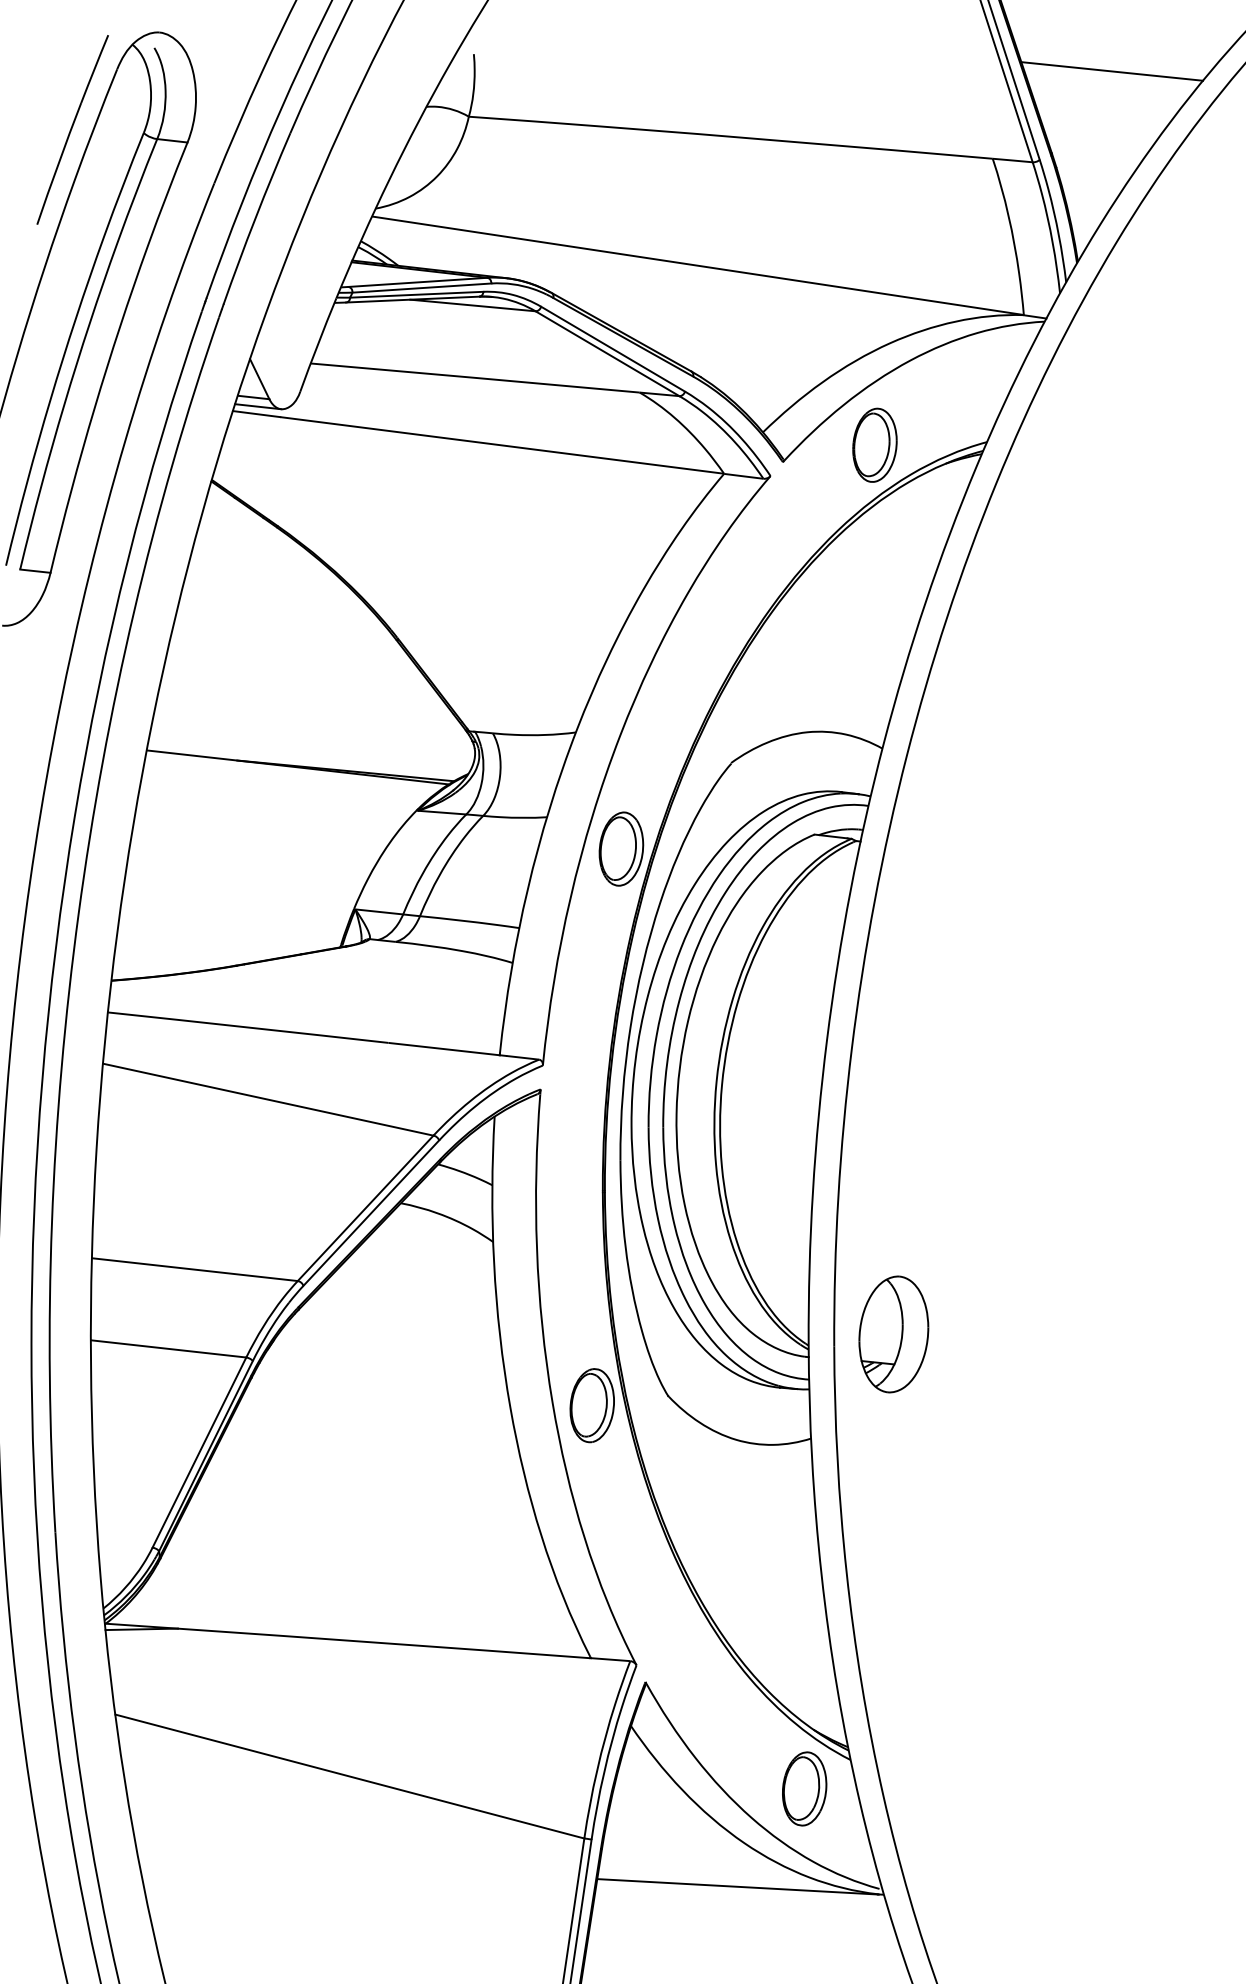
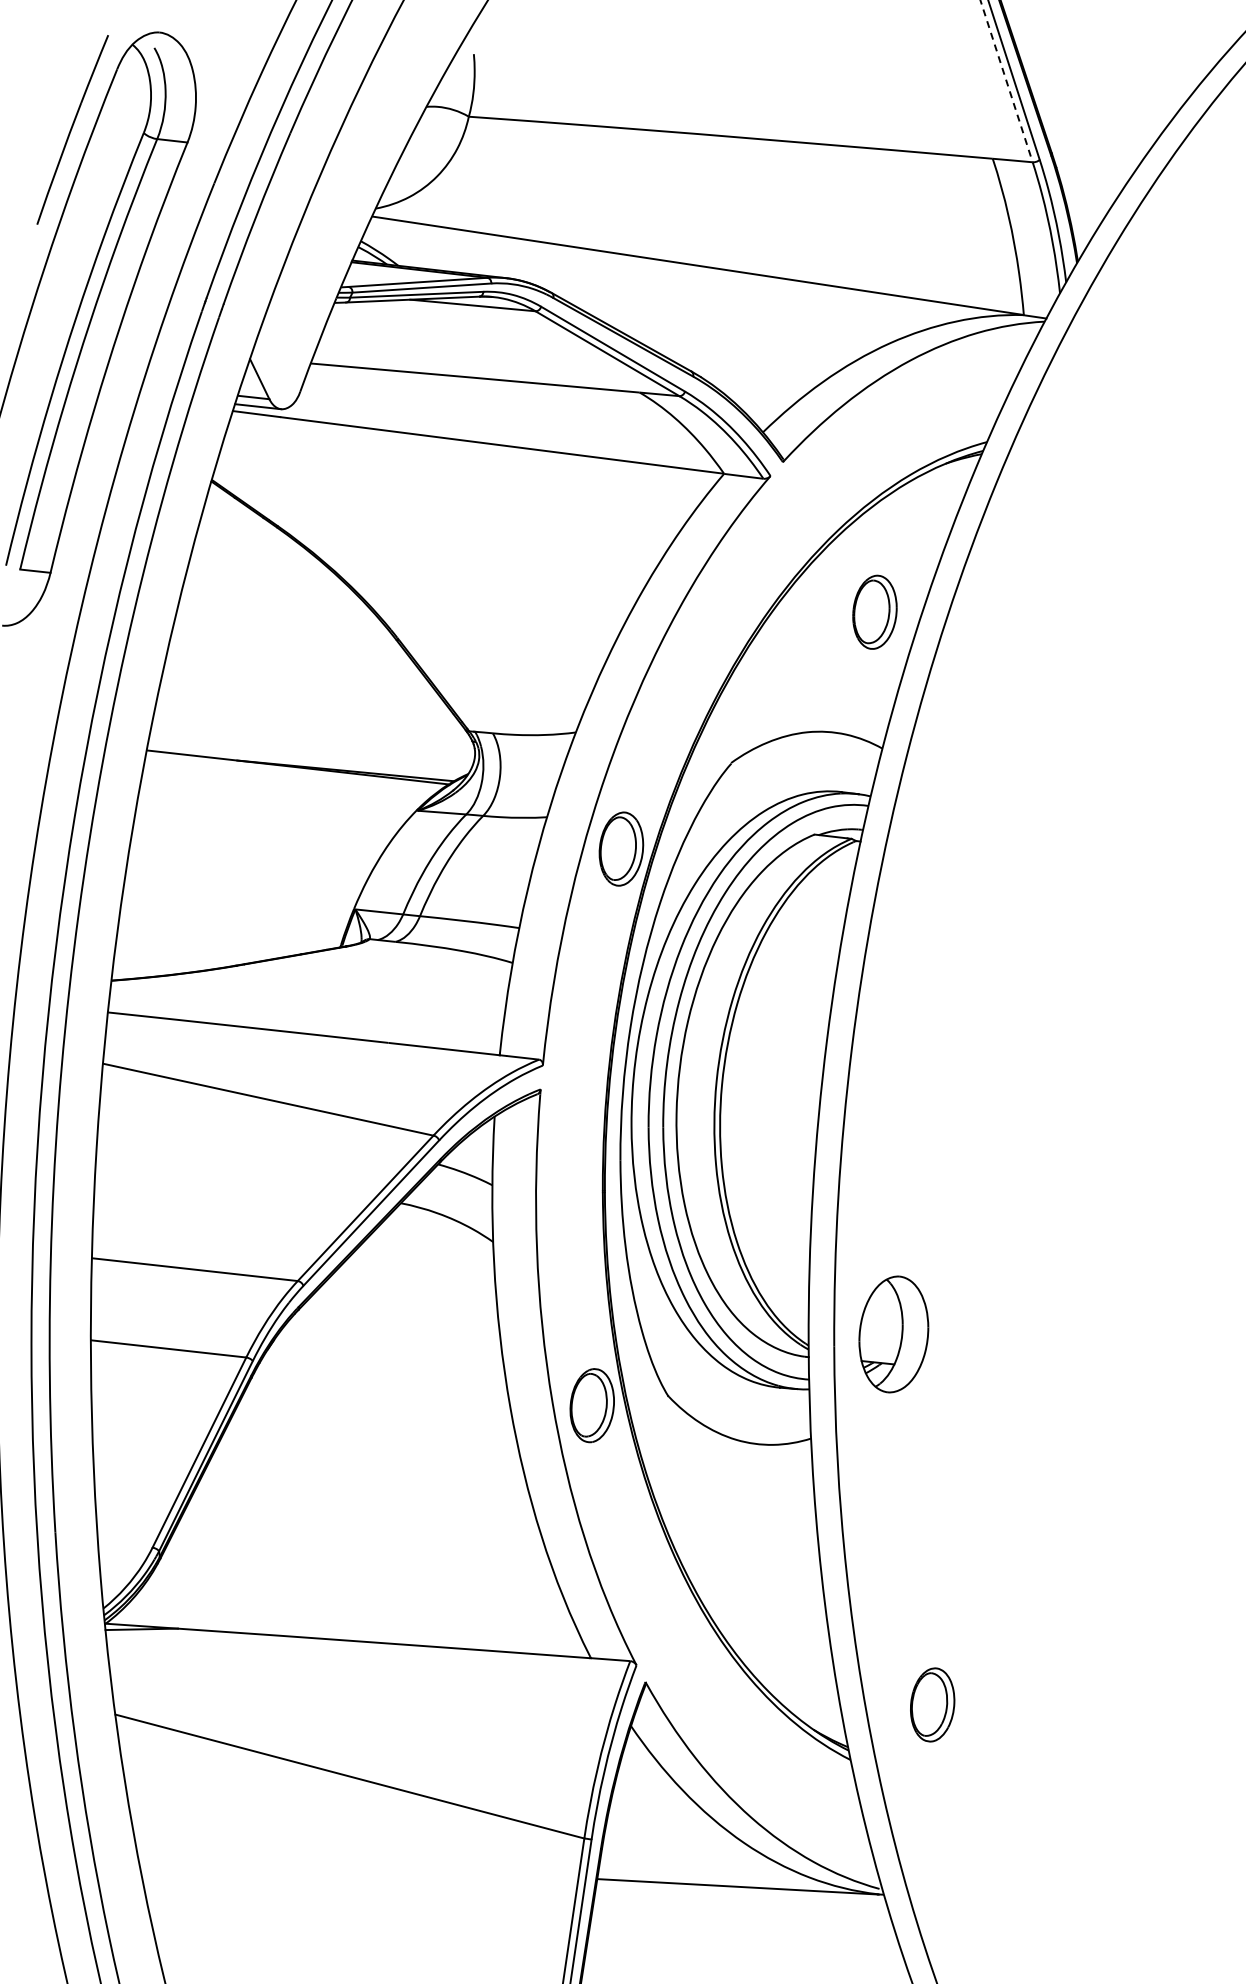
line at (1112, 71): present -> none
line at (1006, 81): solid -> dashed
part at (874, 444) position: (874, 444) -> (874, 611)
part at (804, 1788) position: (804, 1788) -> (932, 1704)
